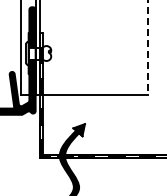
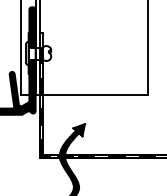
line at (148, 47): dashed -> solid
